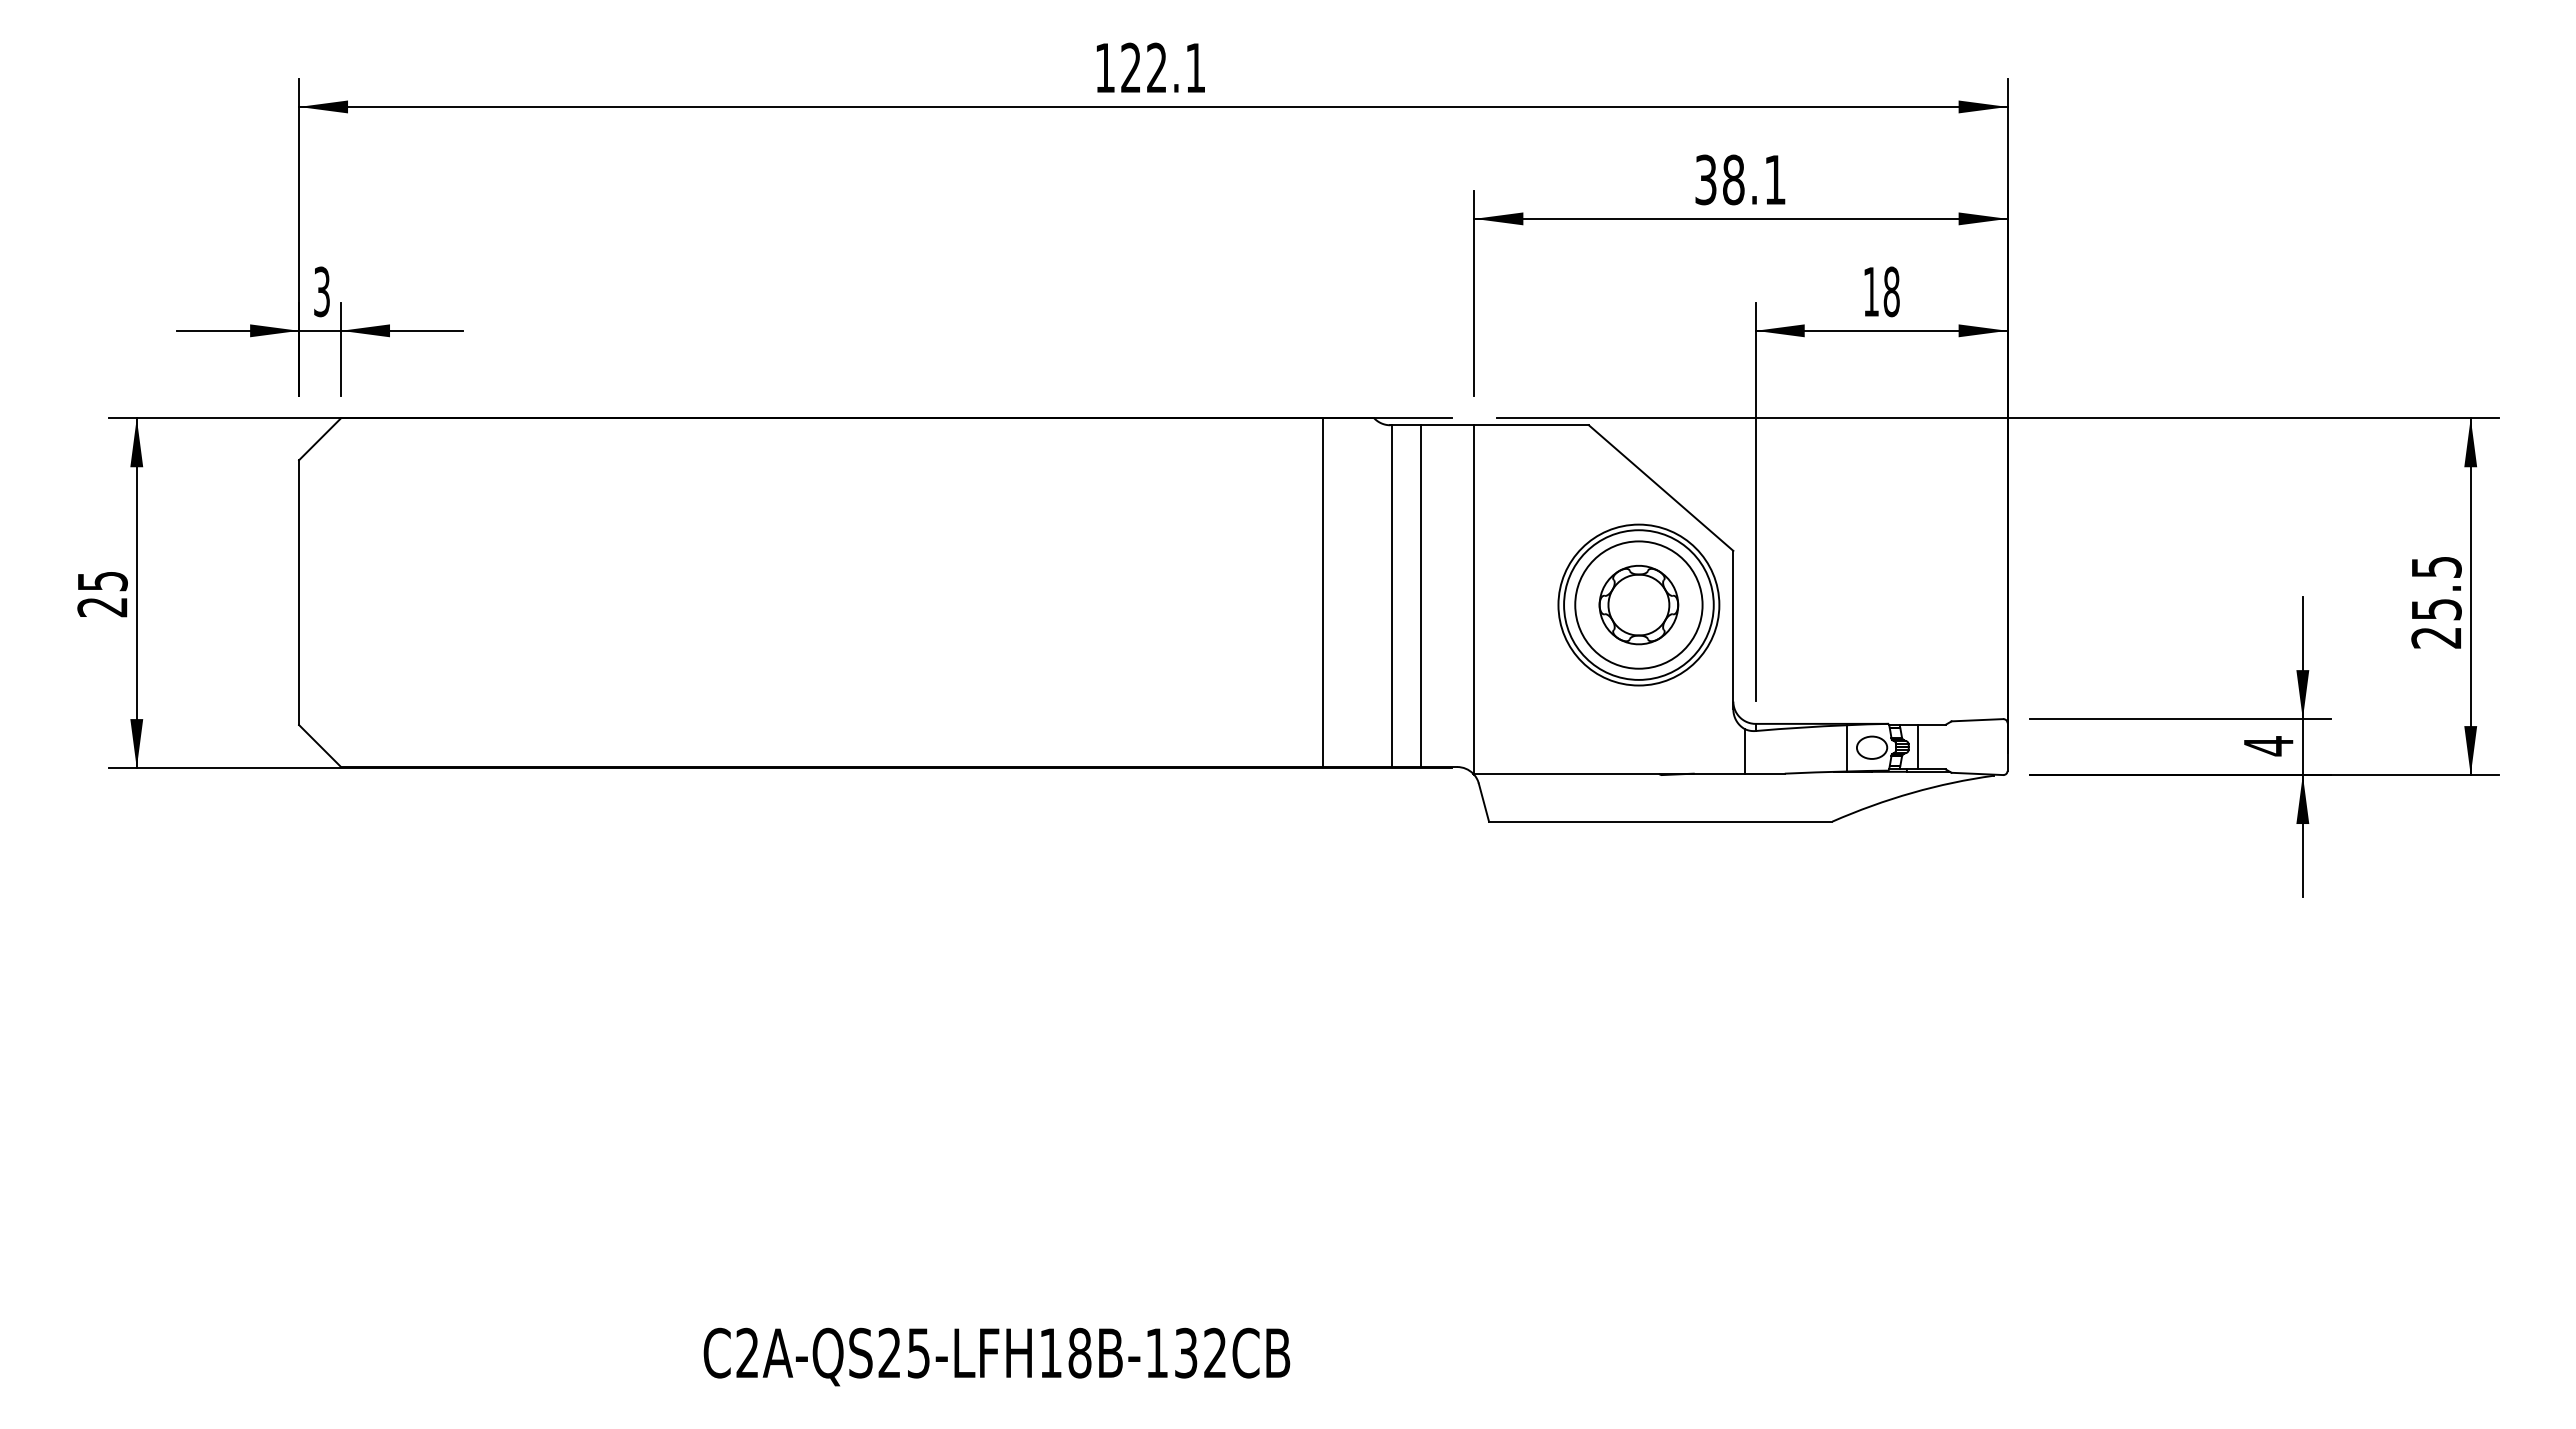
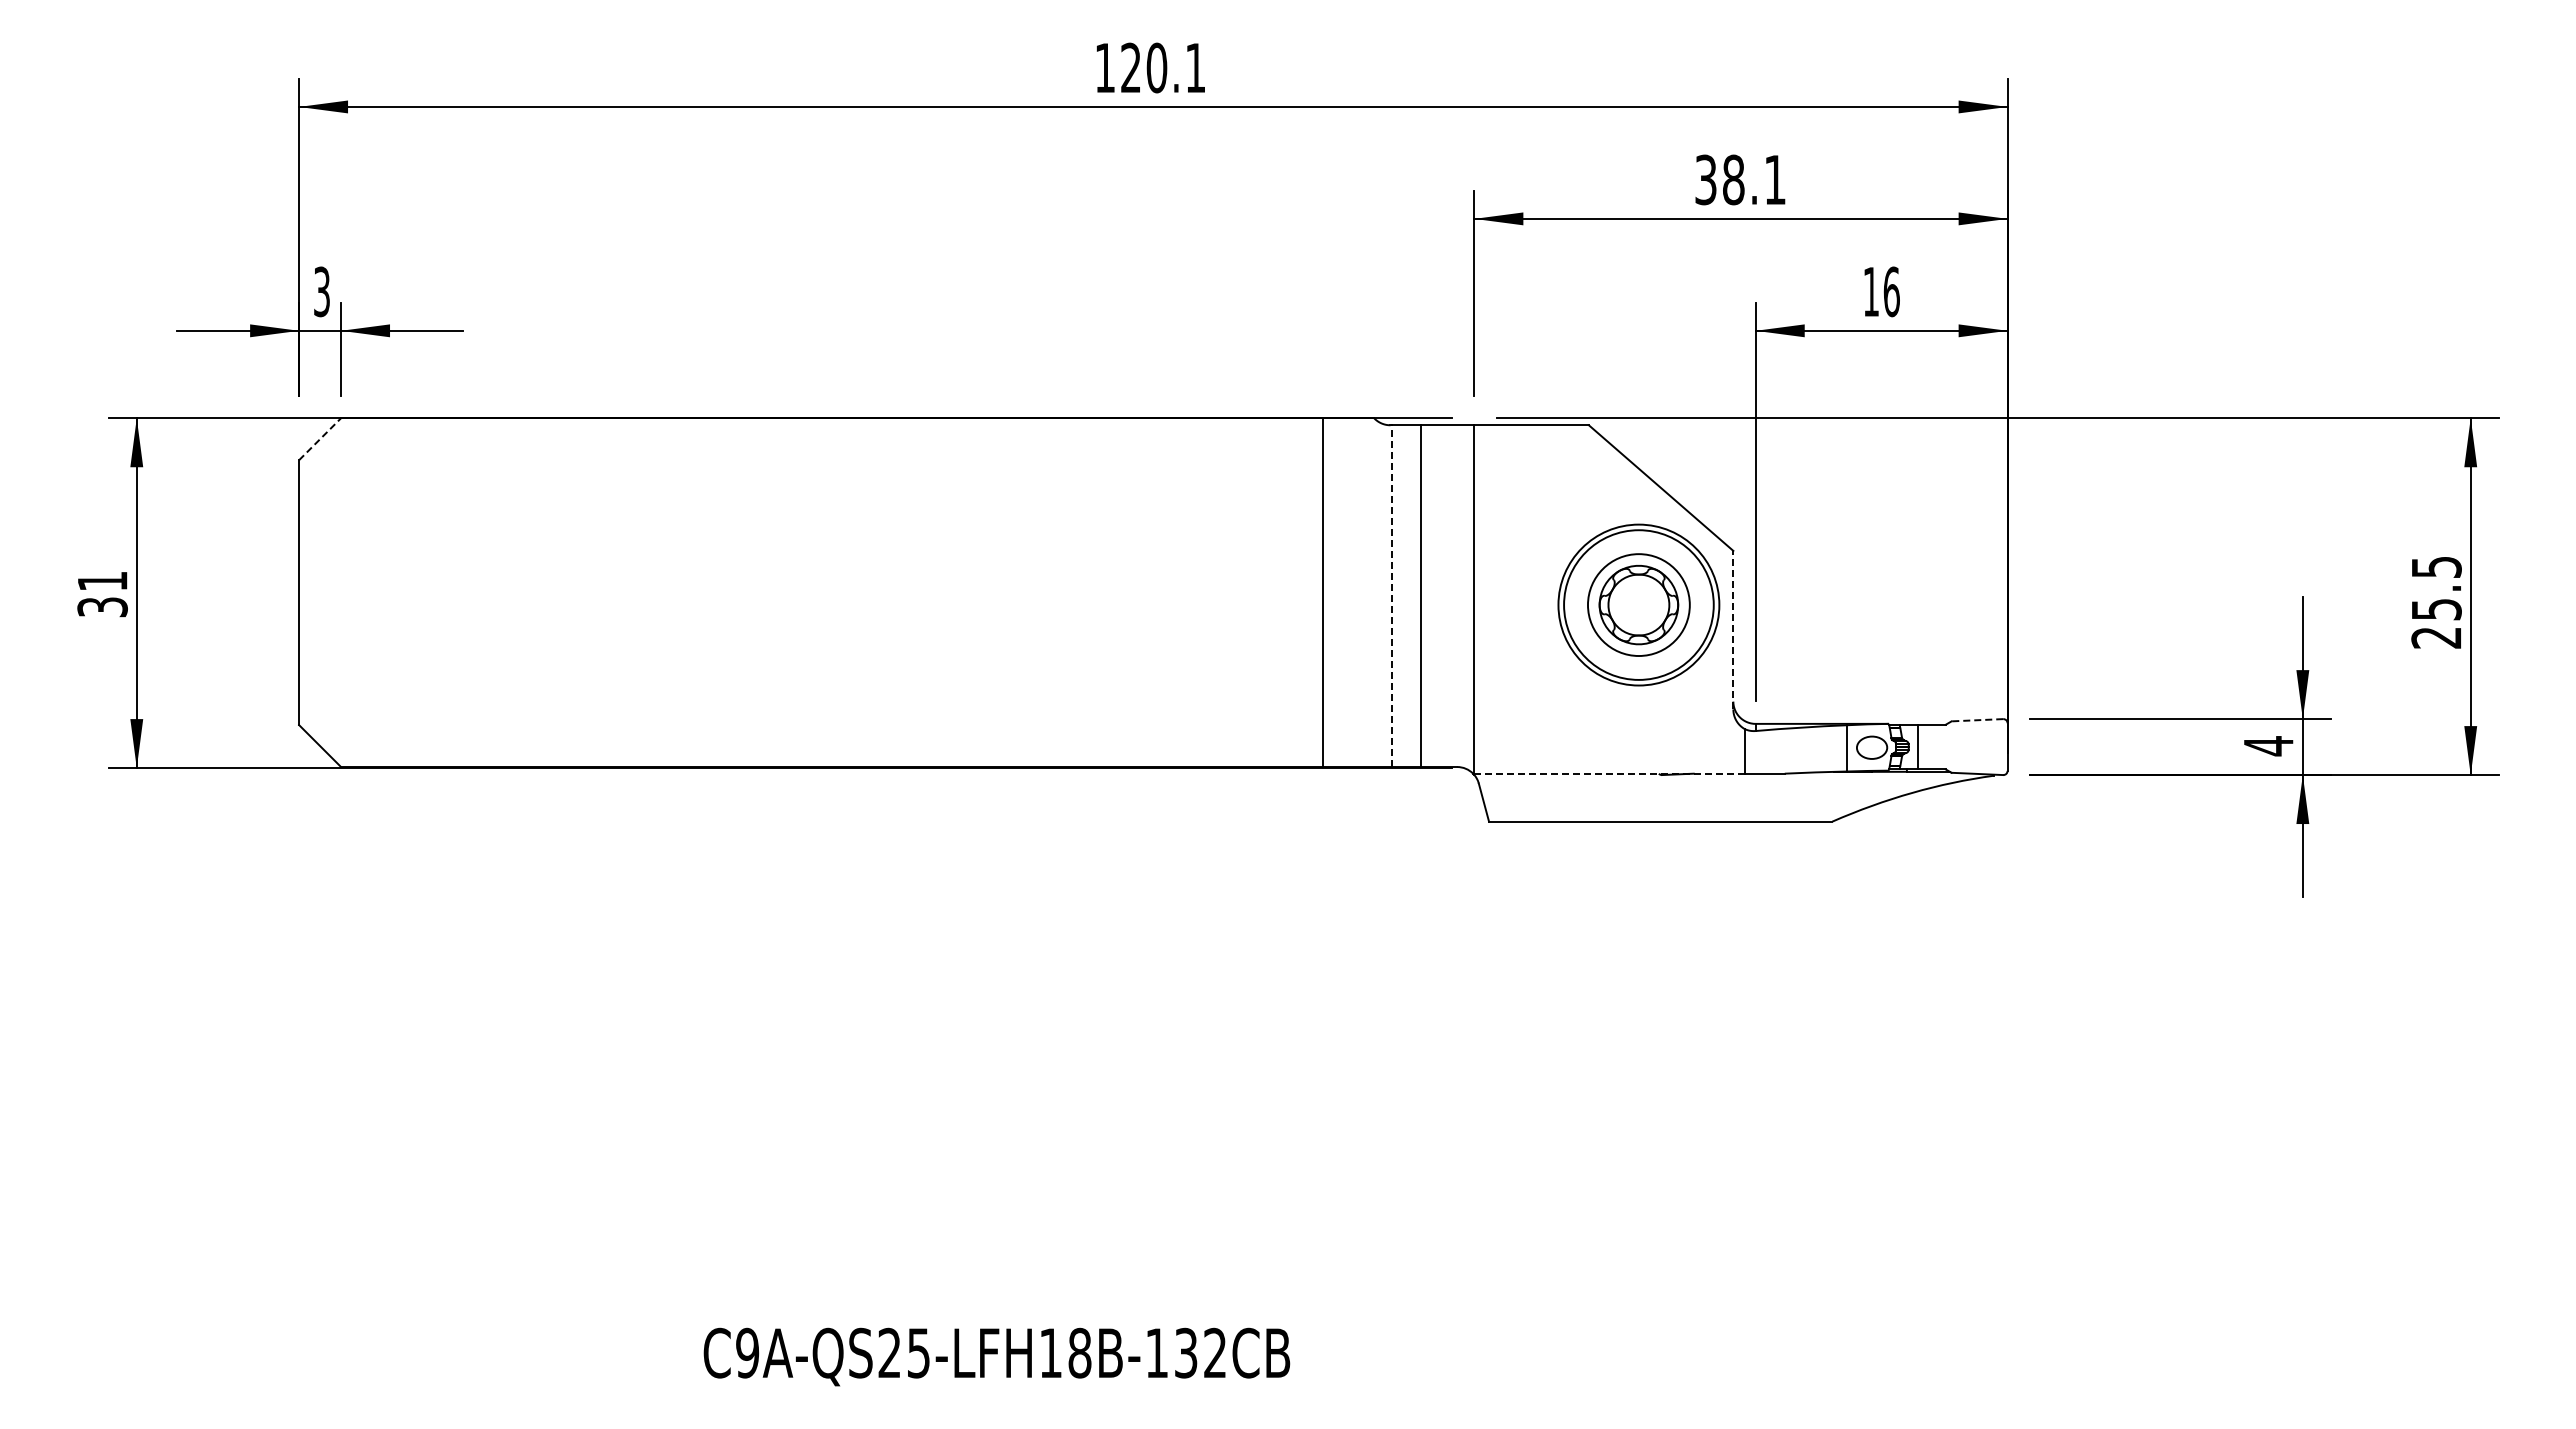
text at (1156, 67): 122.1 -> 120.1
text at (1891, 291): 18 -> 16
line at (320, 439): solid -> dashed
text at (102, 594): 25 -> 31
line at (1391, 596): solid -> dashed
circle at (1638, 604) diameter: 127 px -> 102 px
line at (1733, 629): solid -> dashed
line at (1977, 720): solid -> dashed
line at (1609, 773): solid -> dashed
text at (747, 1353): C2A-QS25-LFH18B-132CB -> C9A-QS25-LFH18B-132CB
